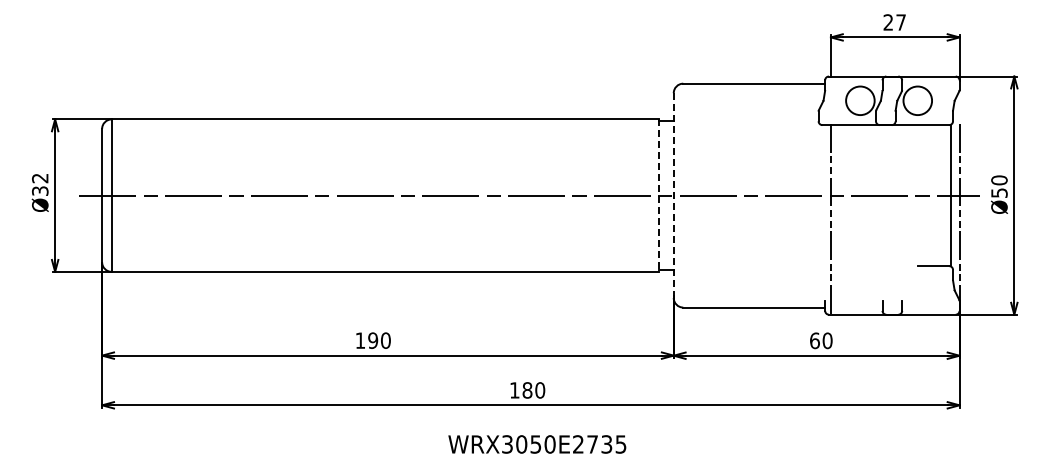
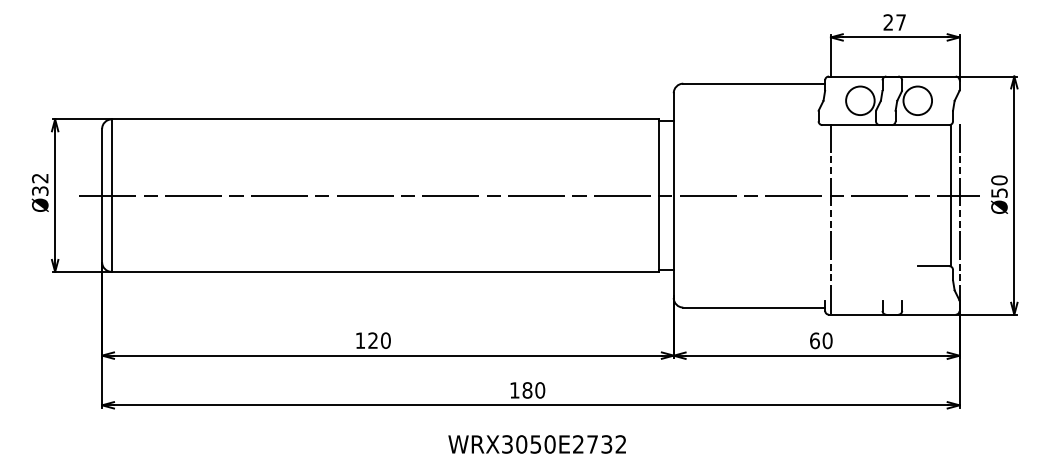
line at (659, 196): dashed -> solid
line at (673, 196): dashed -> solid
text at (373, 340): 190 -> 120
text at (620, 444): WRX3050E2735 -> WRX3050E2732
